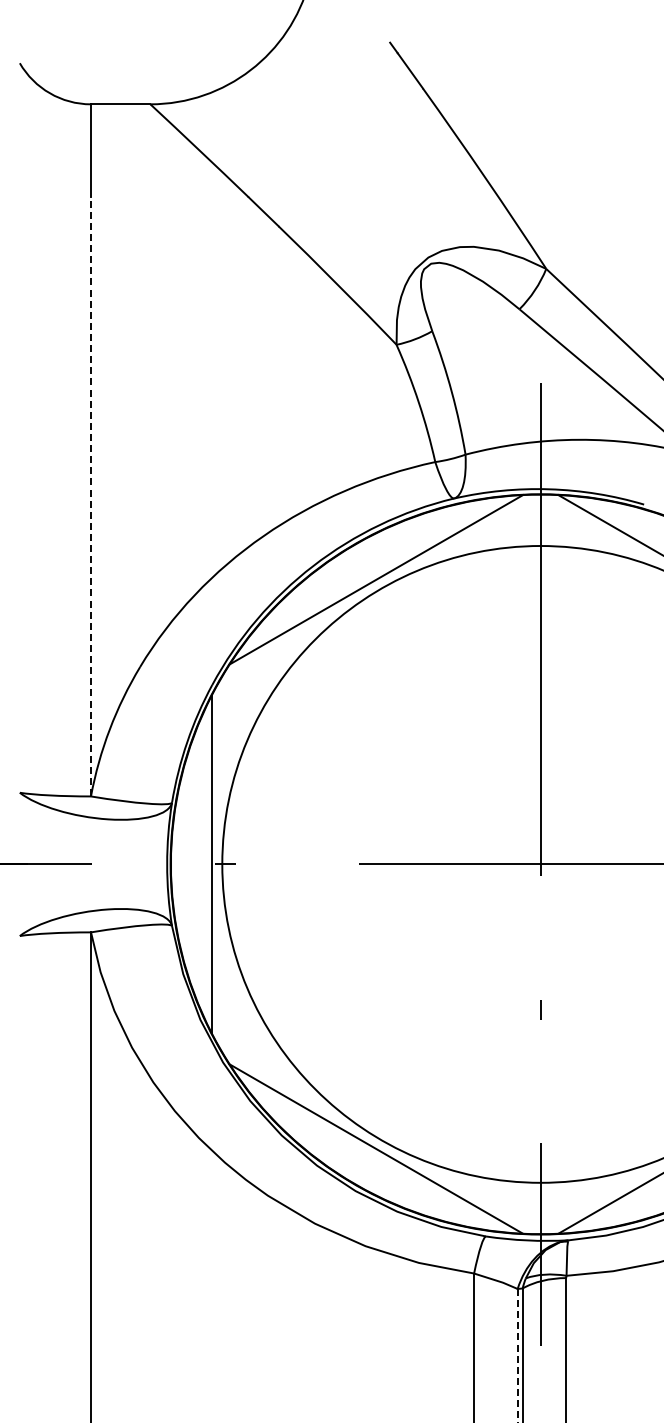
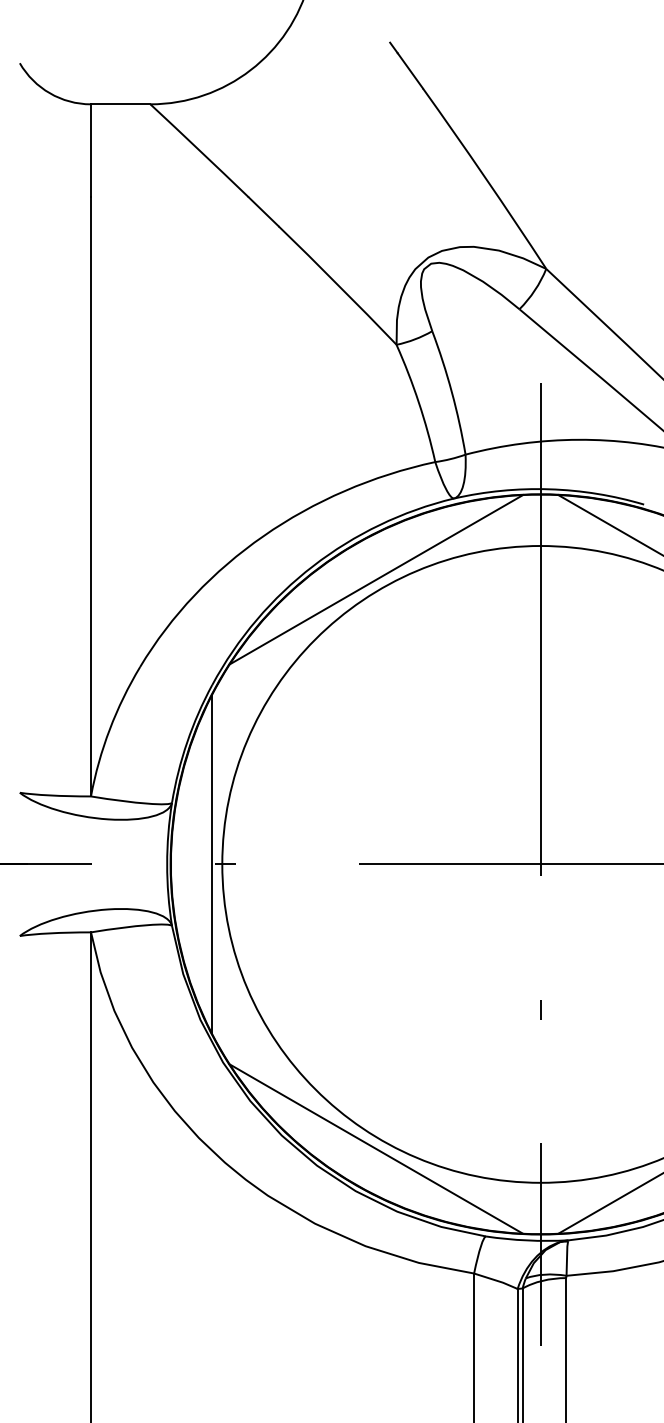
line at (91, 496): dashed -> solid
line at (517, 1355): dashed -> solid
